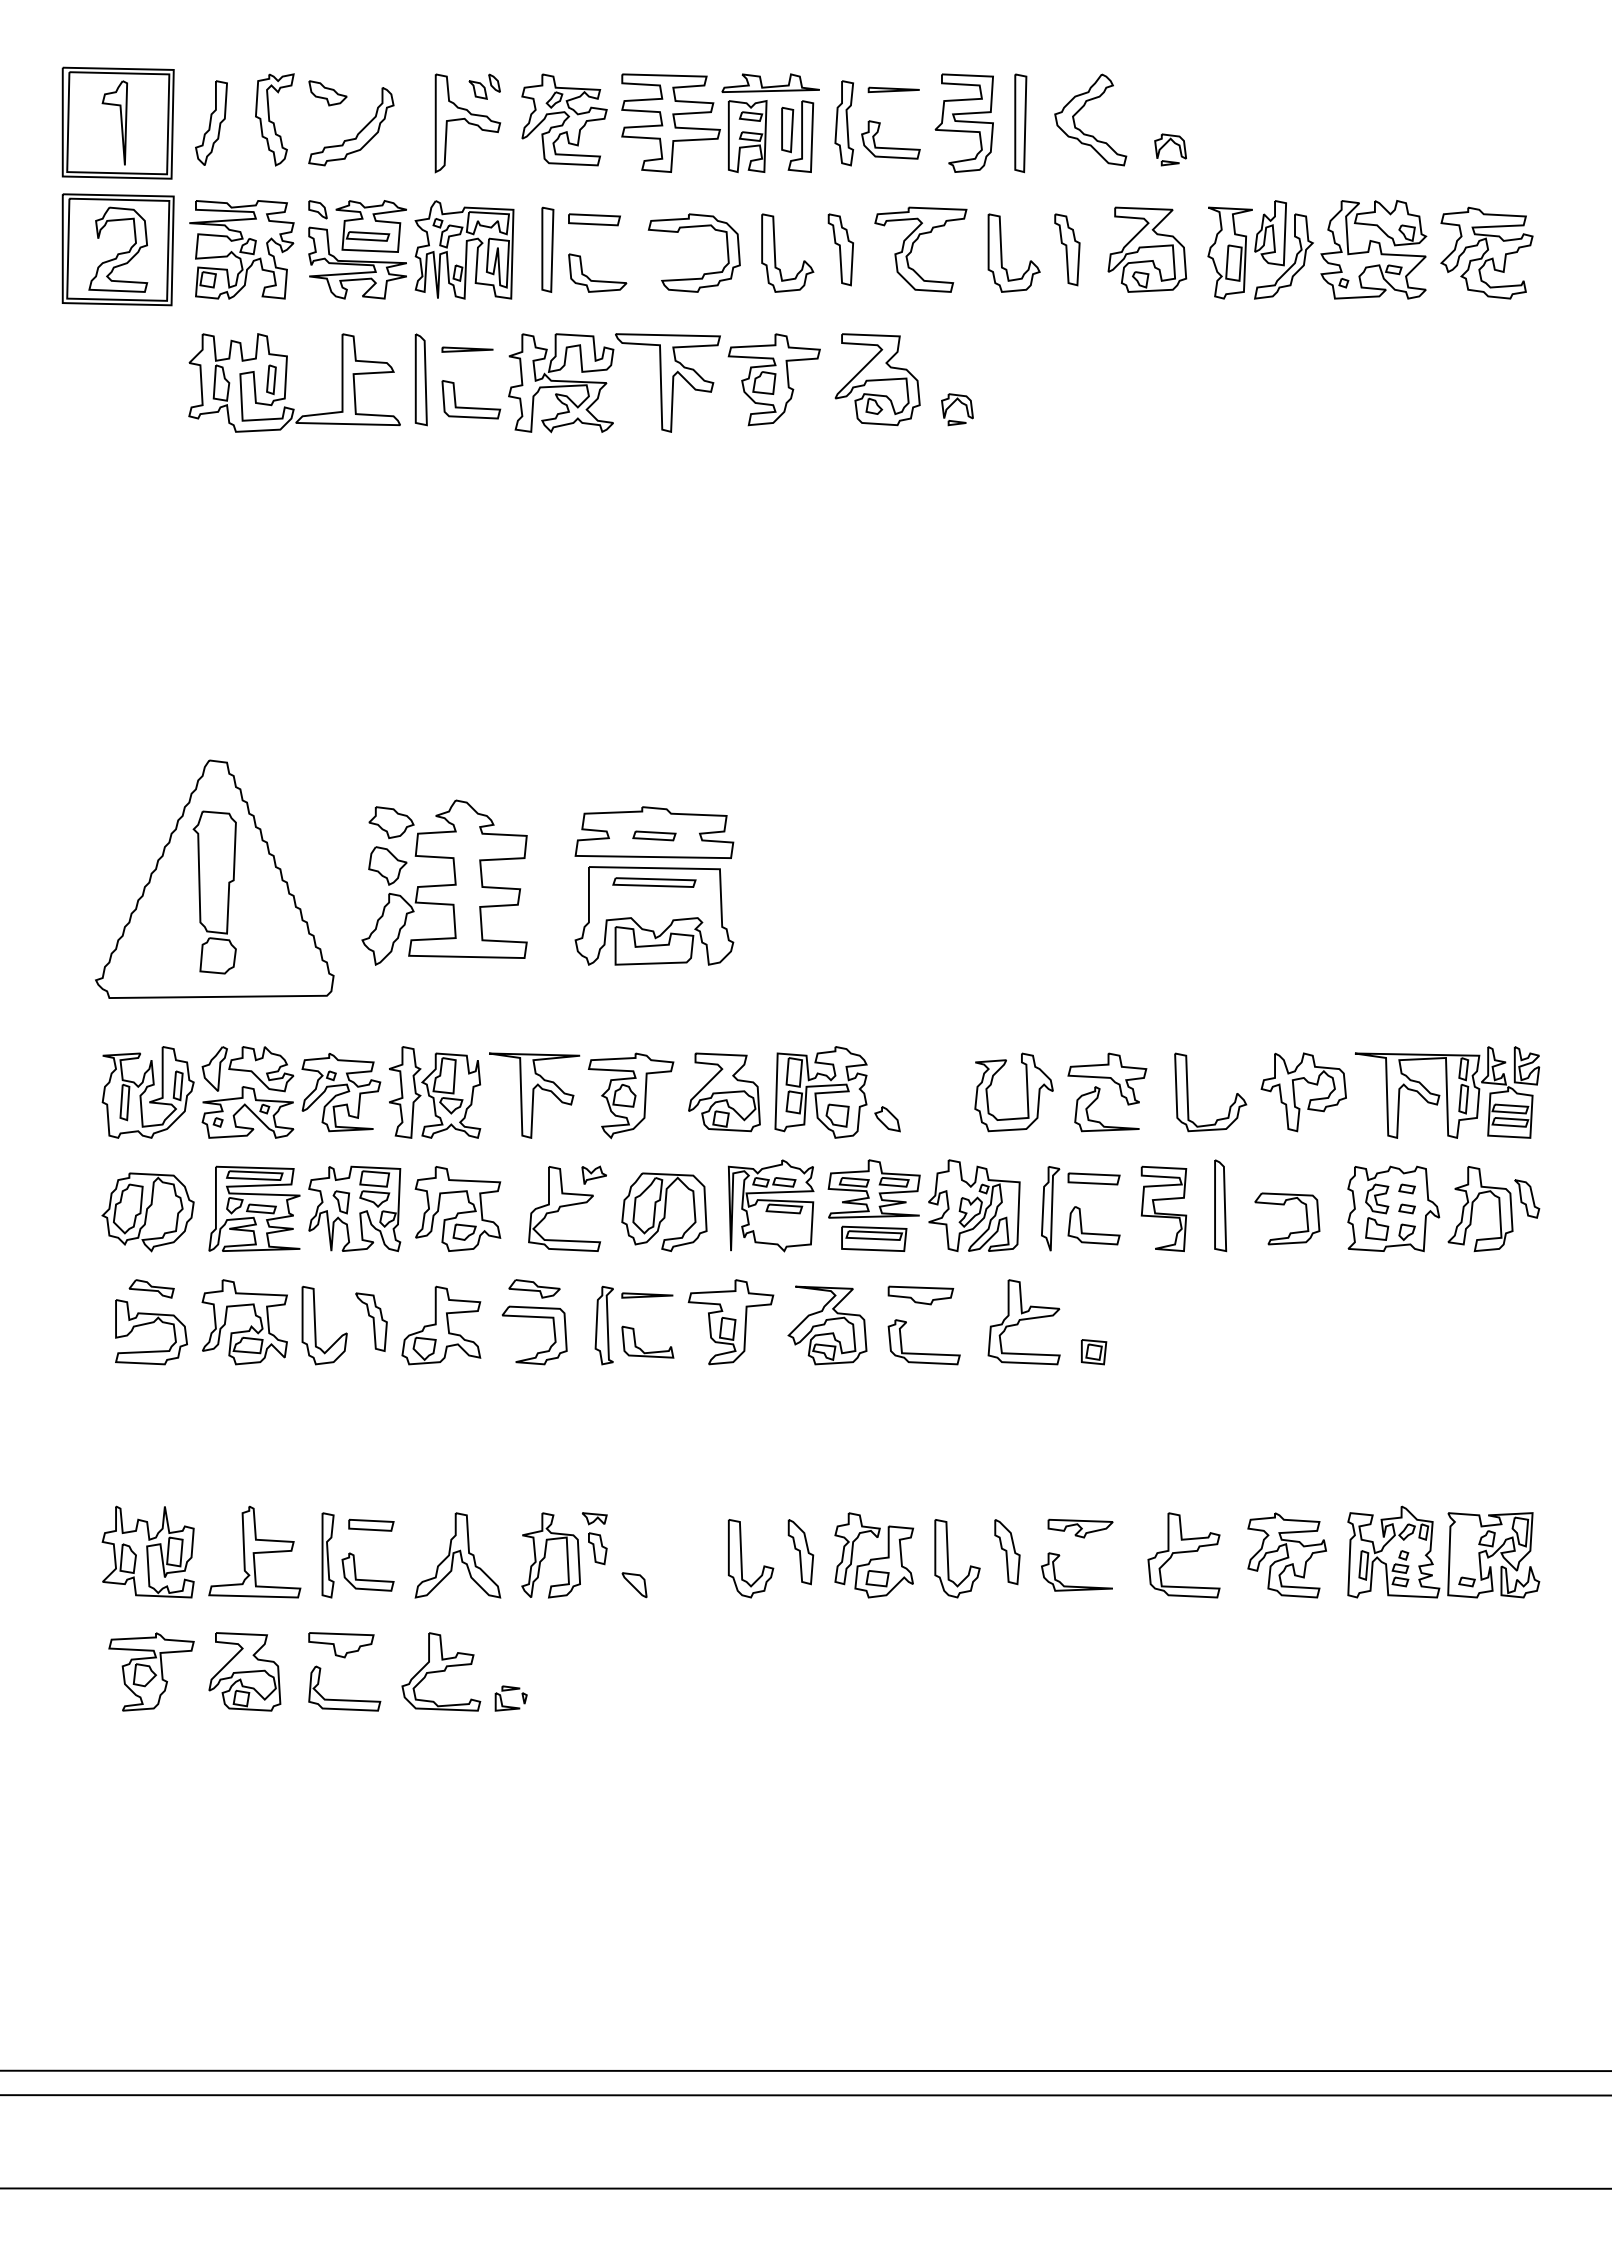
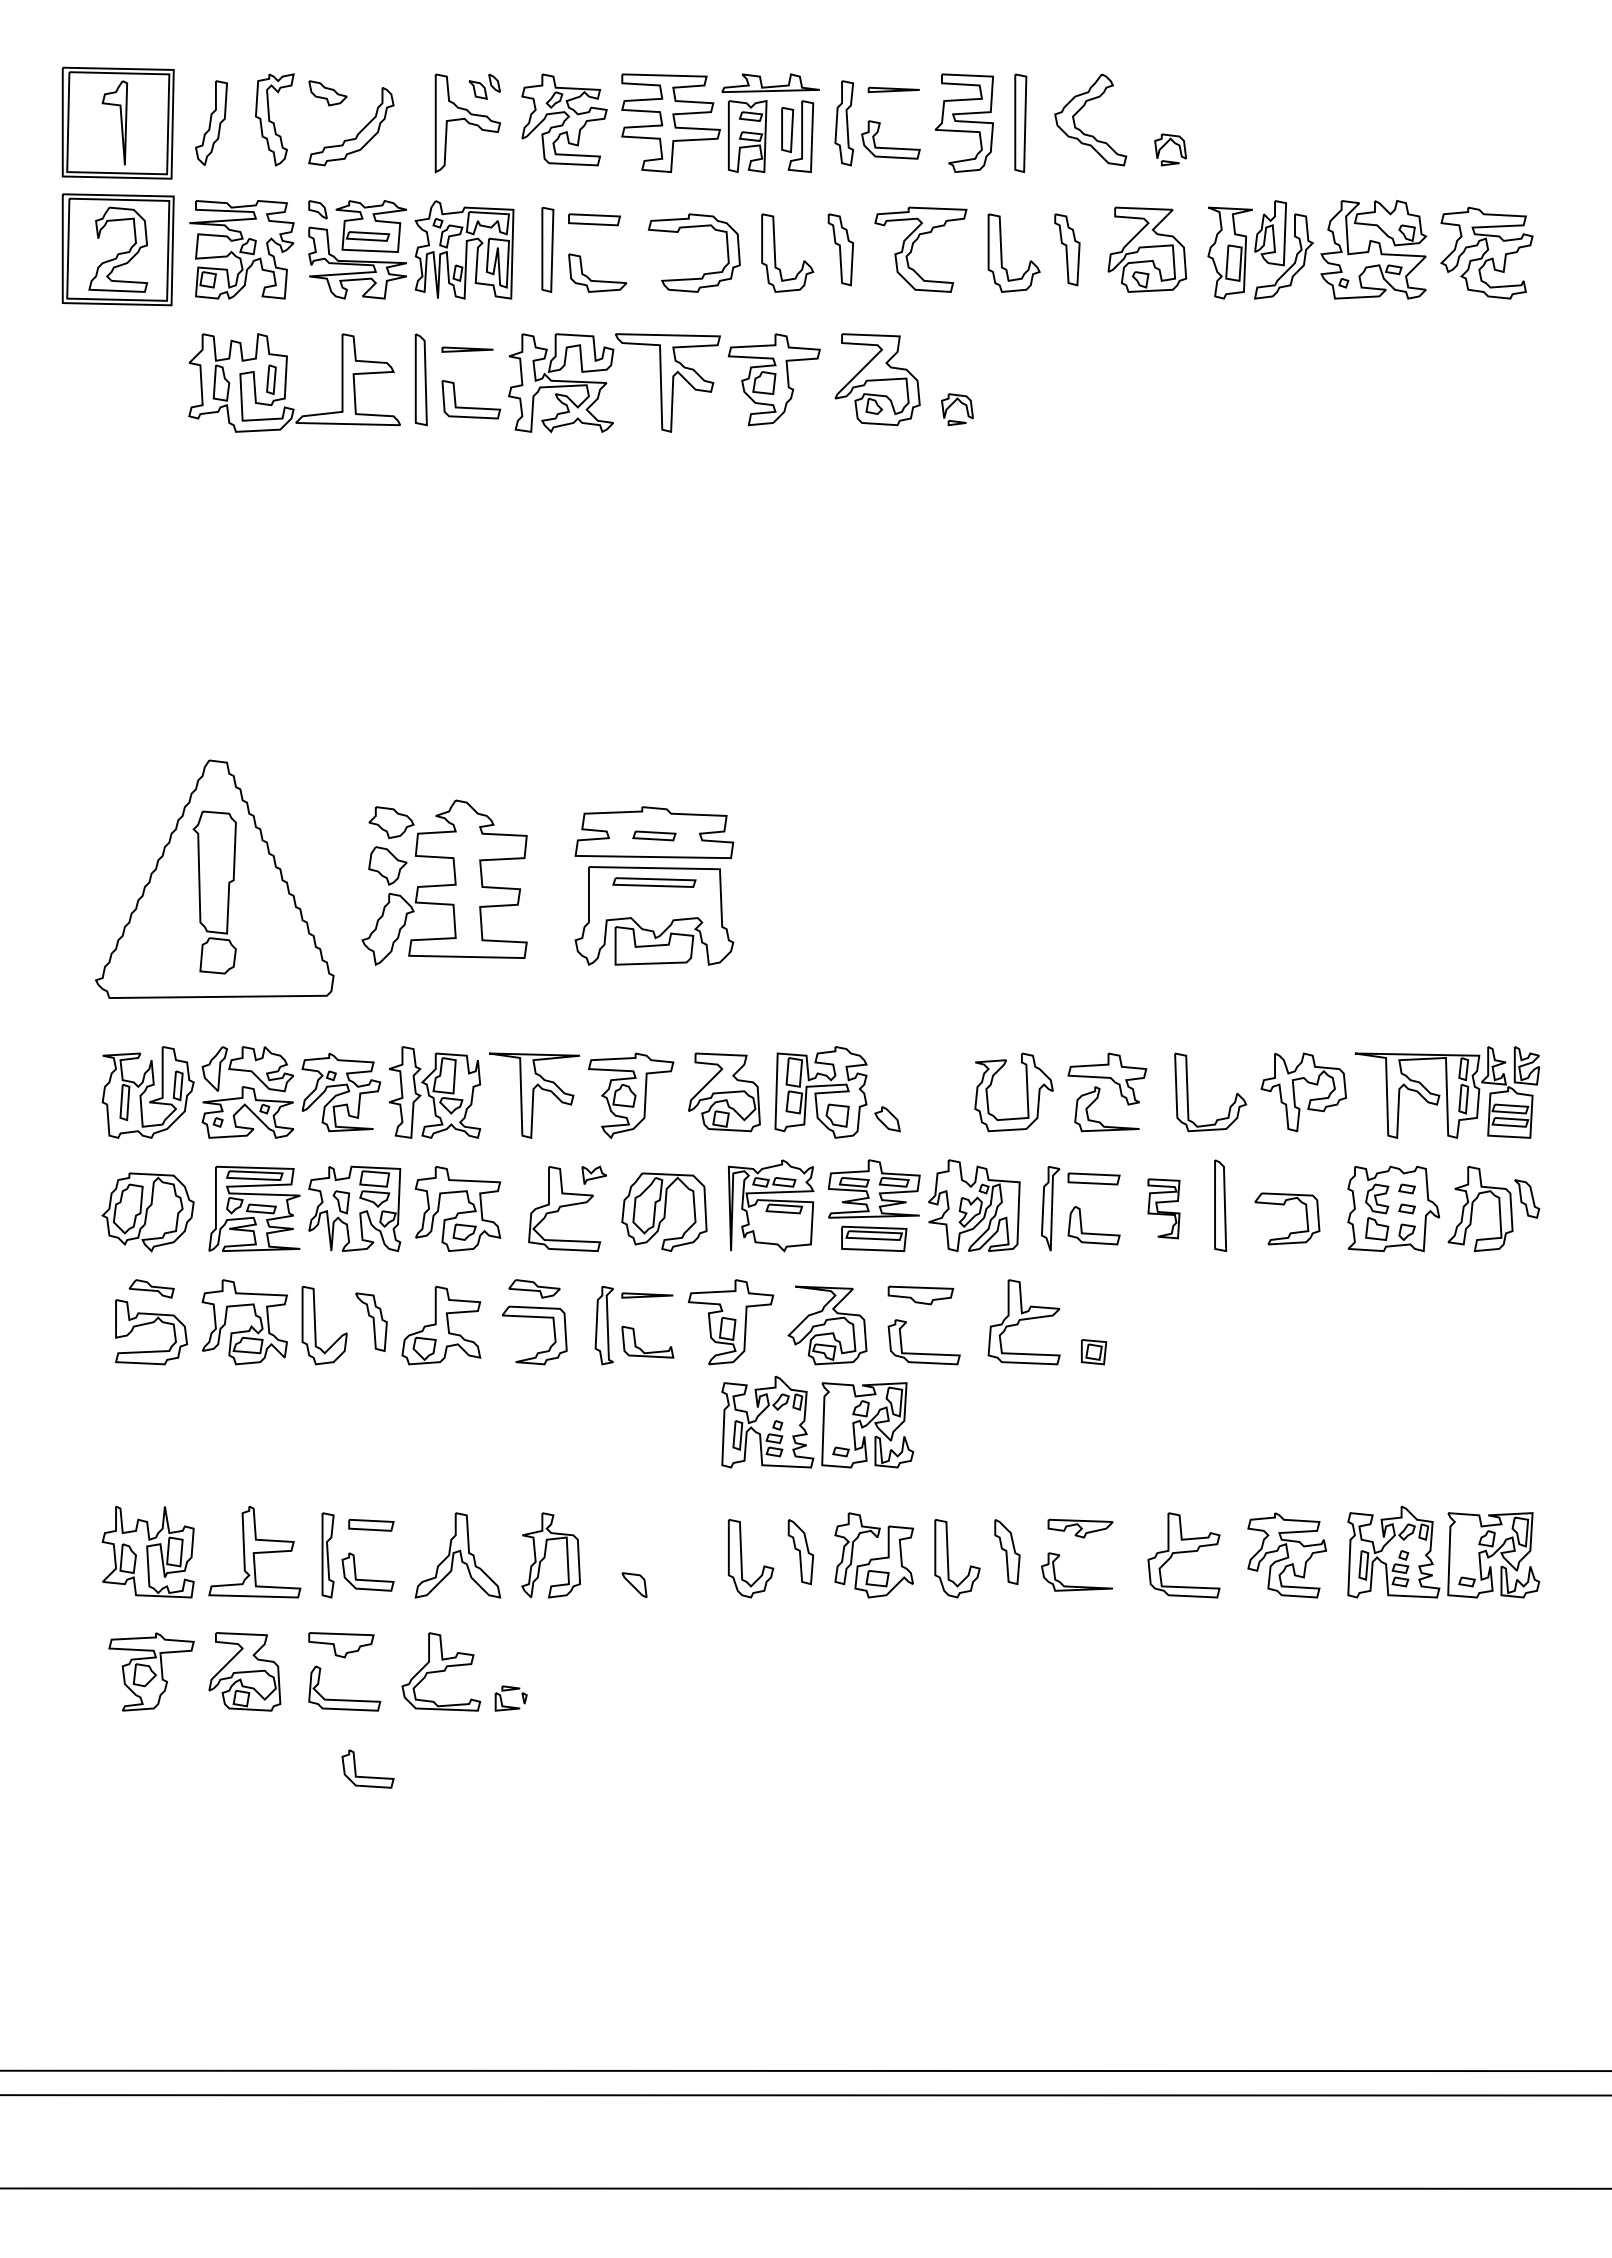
part at (1163, 1208) size: 48x87 px -> 34x62 px
part at (817, 1421): none -> present
part at (594, 1538): present -> none
part at (367, 1776): none -> present
